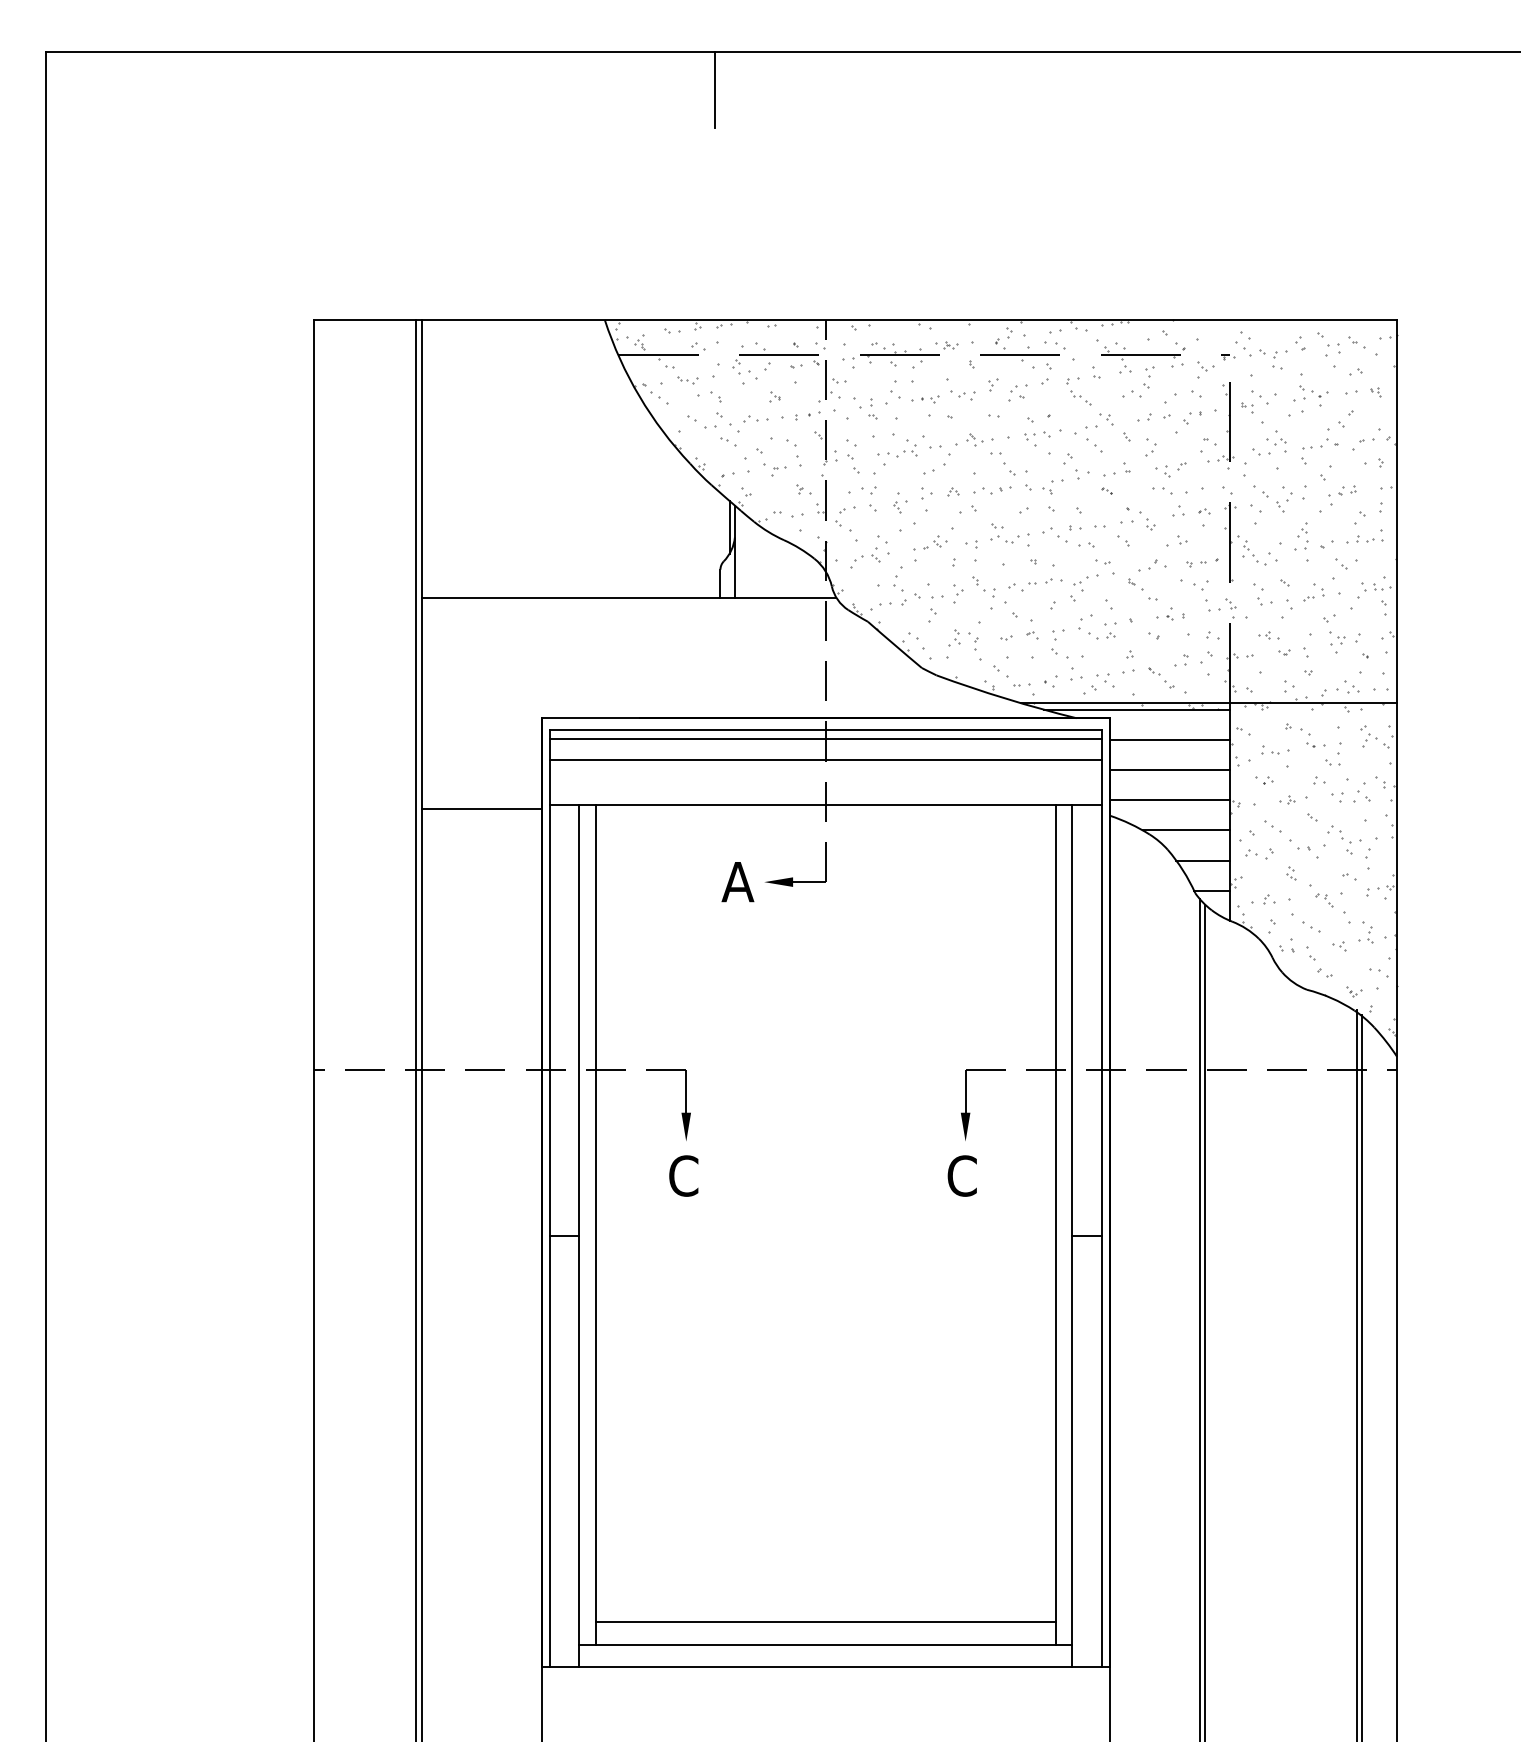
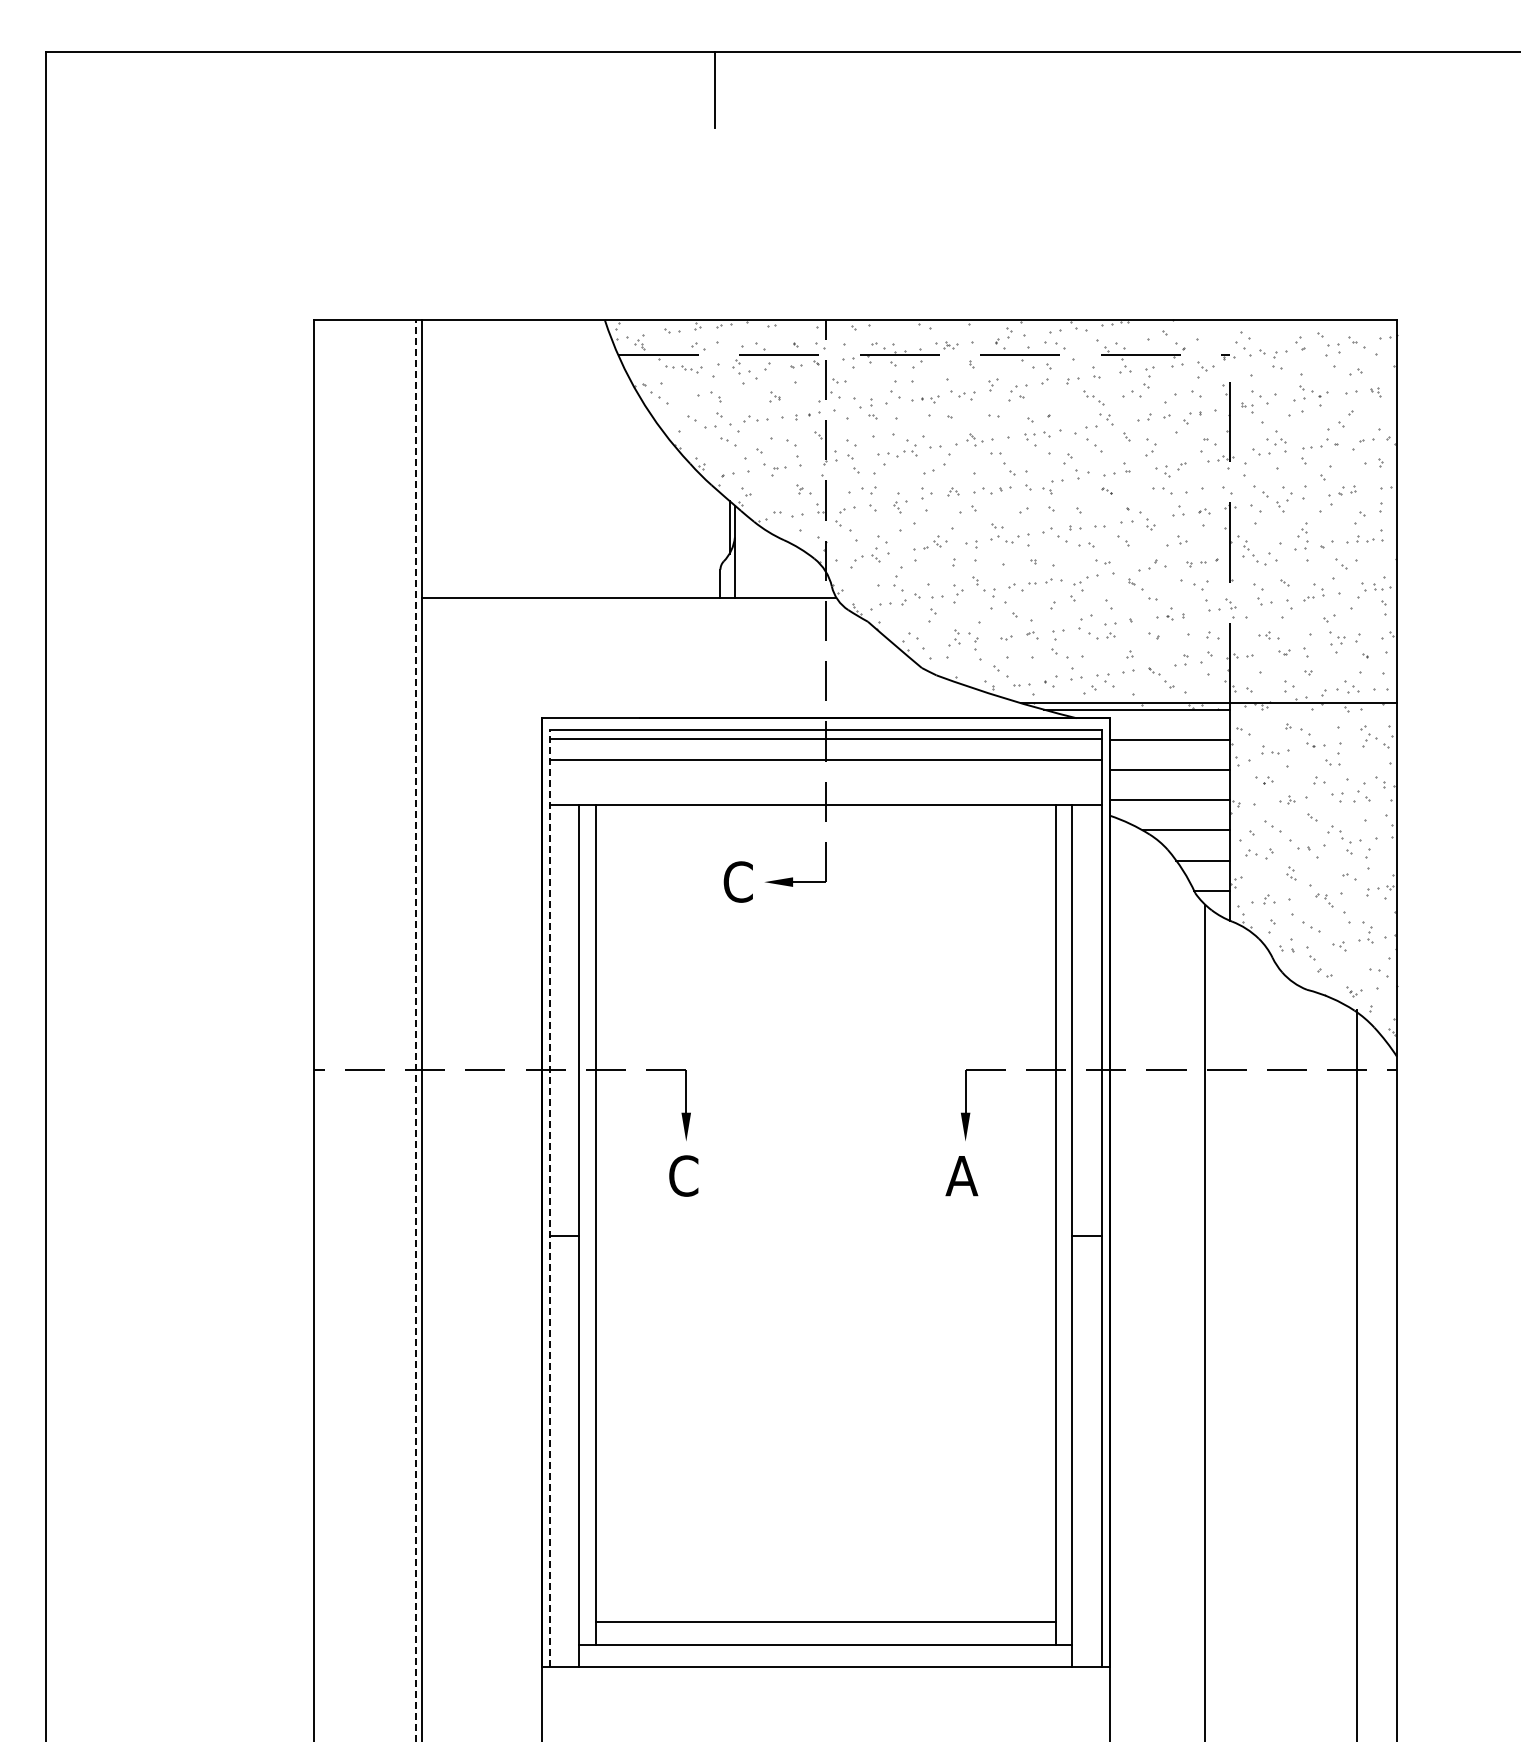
part at (687, 380) position: (687, 380) -> (691, 369)
part at (1080, 397) position: (1080, 397) -> (1093, 397)
line at (481, 808): present -> none
text at (737, 881): A -> C
line at (416, 1030): solid -> dashed
text at (961, 1175): C -> A
line at (549, 1198): solid -> dashed
line at (1200, 1318): present -> none
line at (1361, 1376): present -> none
